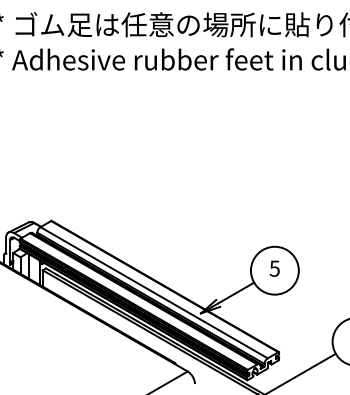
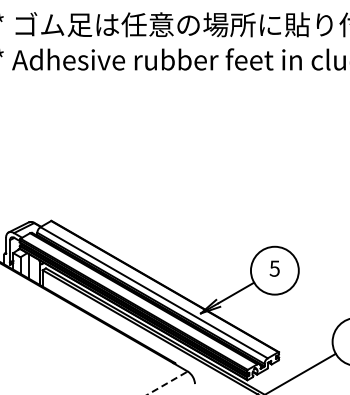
line at (167, 382): solid -> dashed
